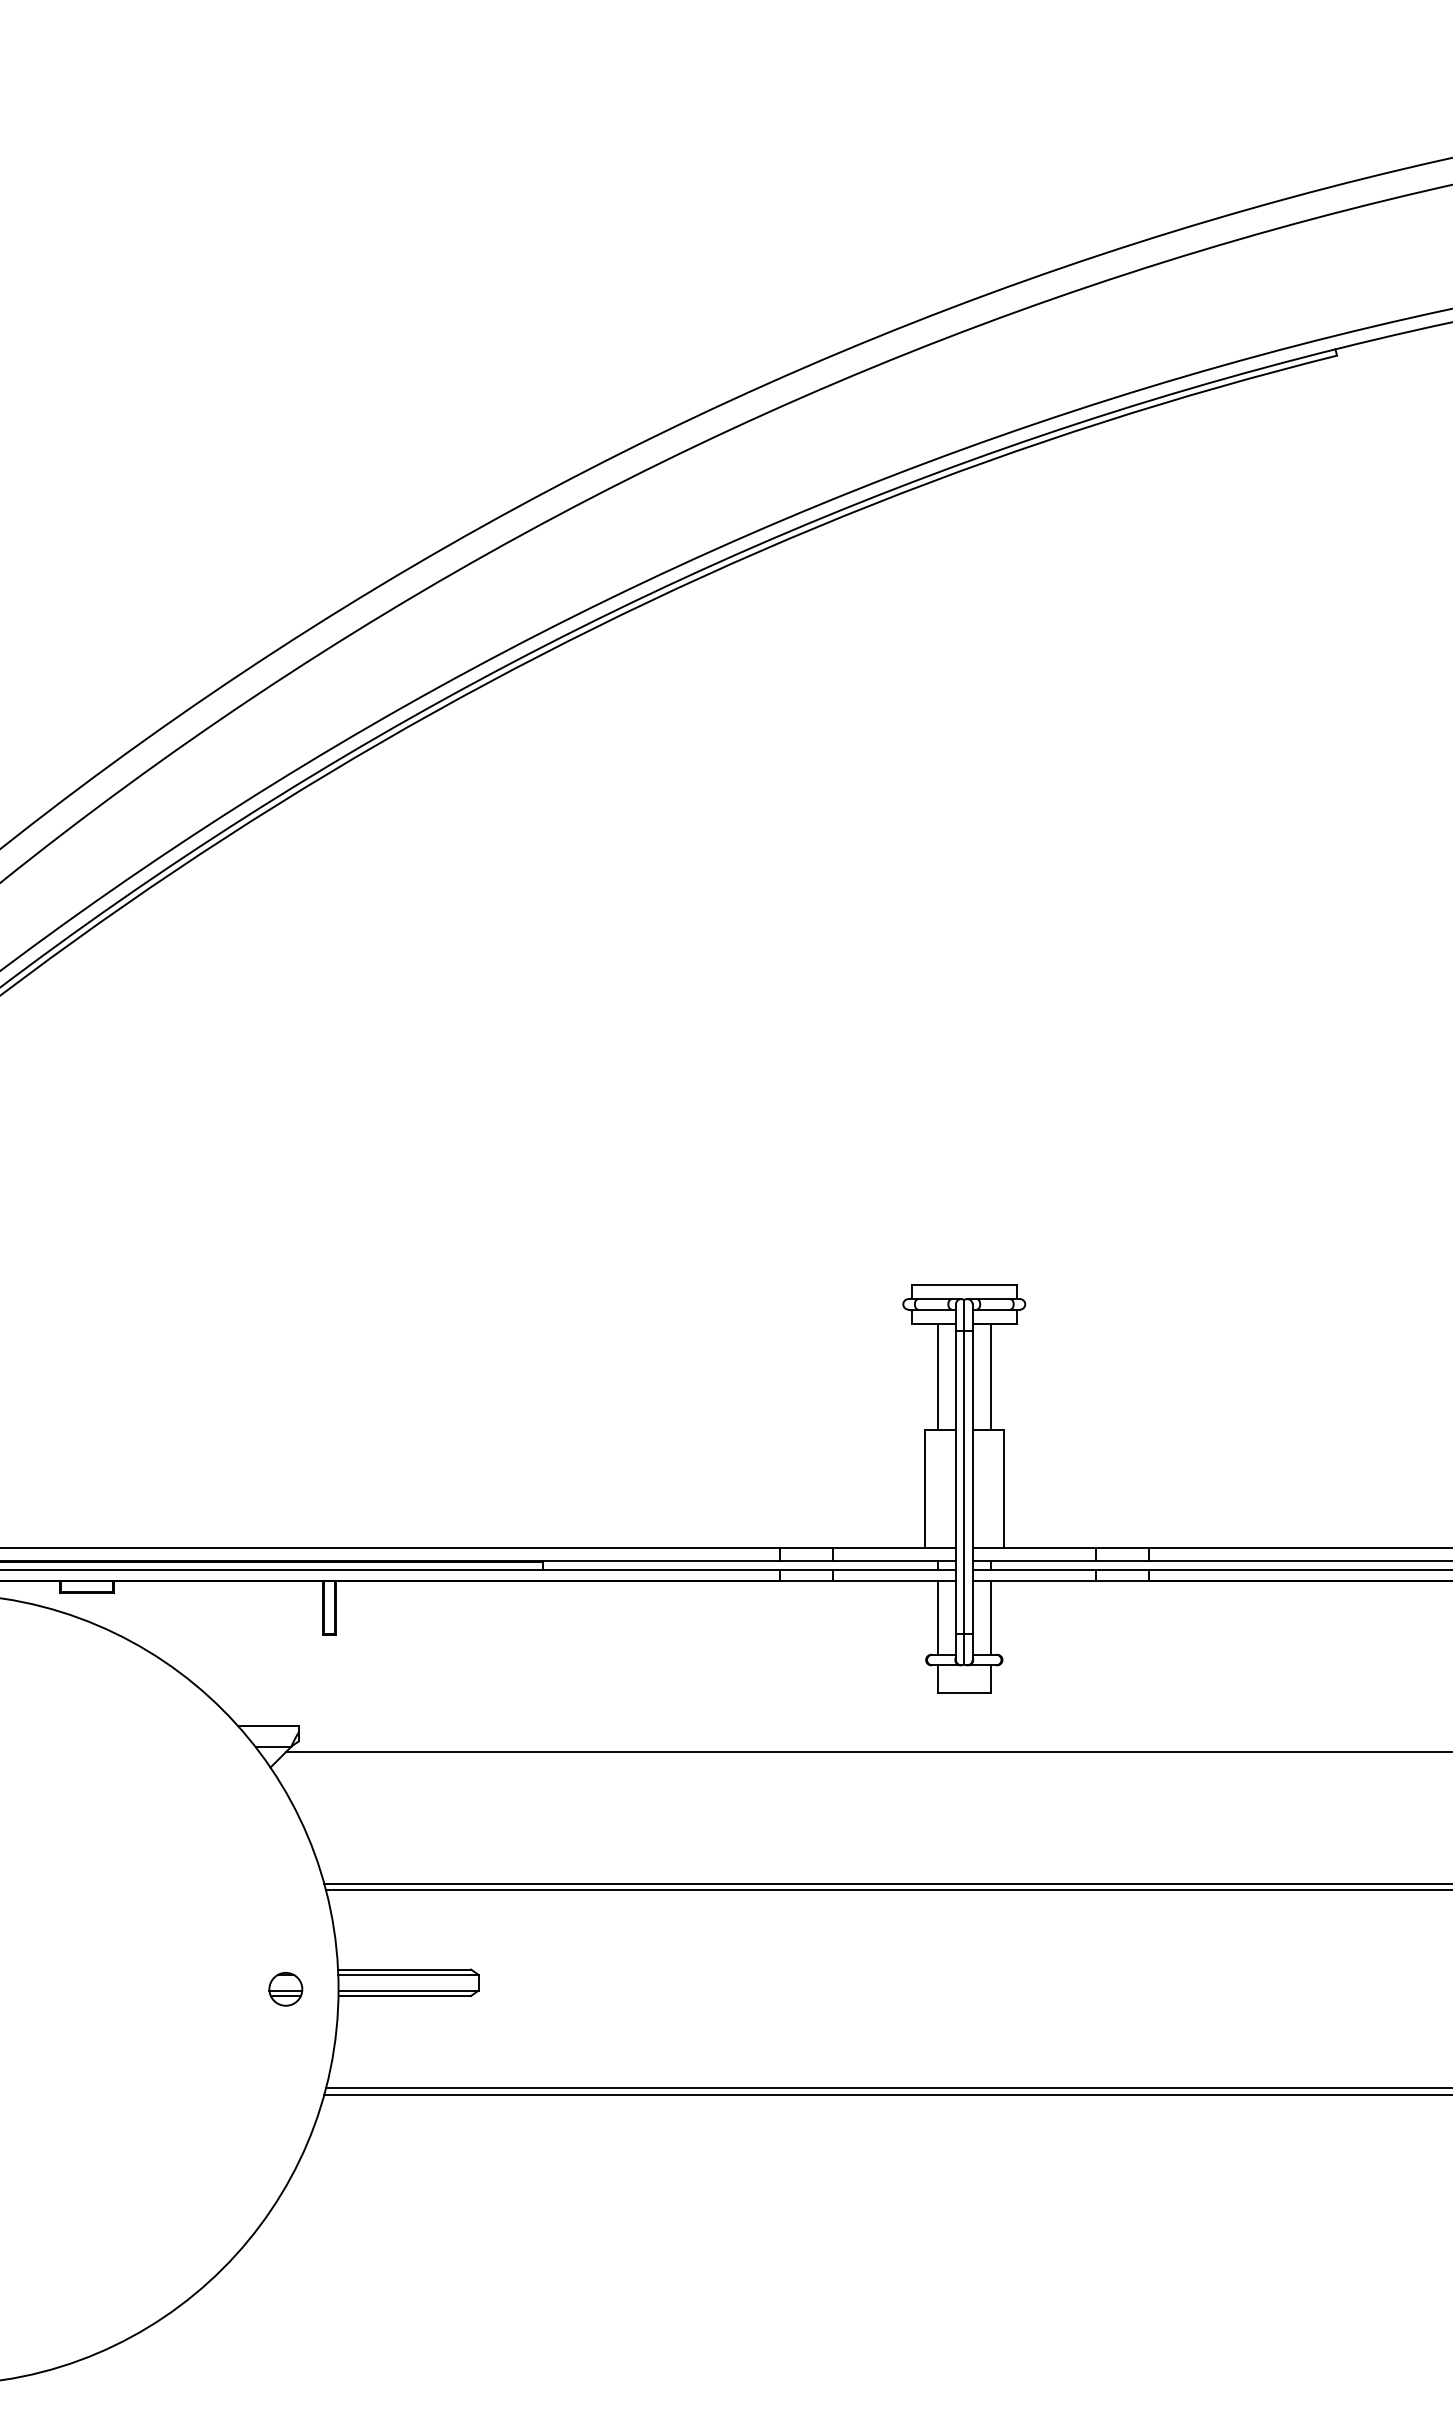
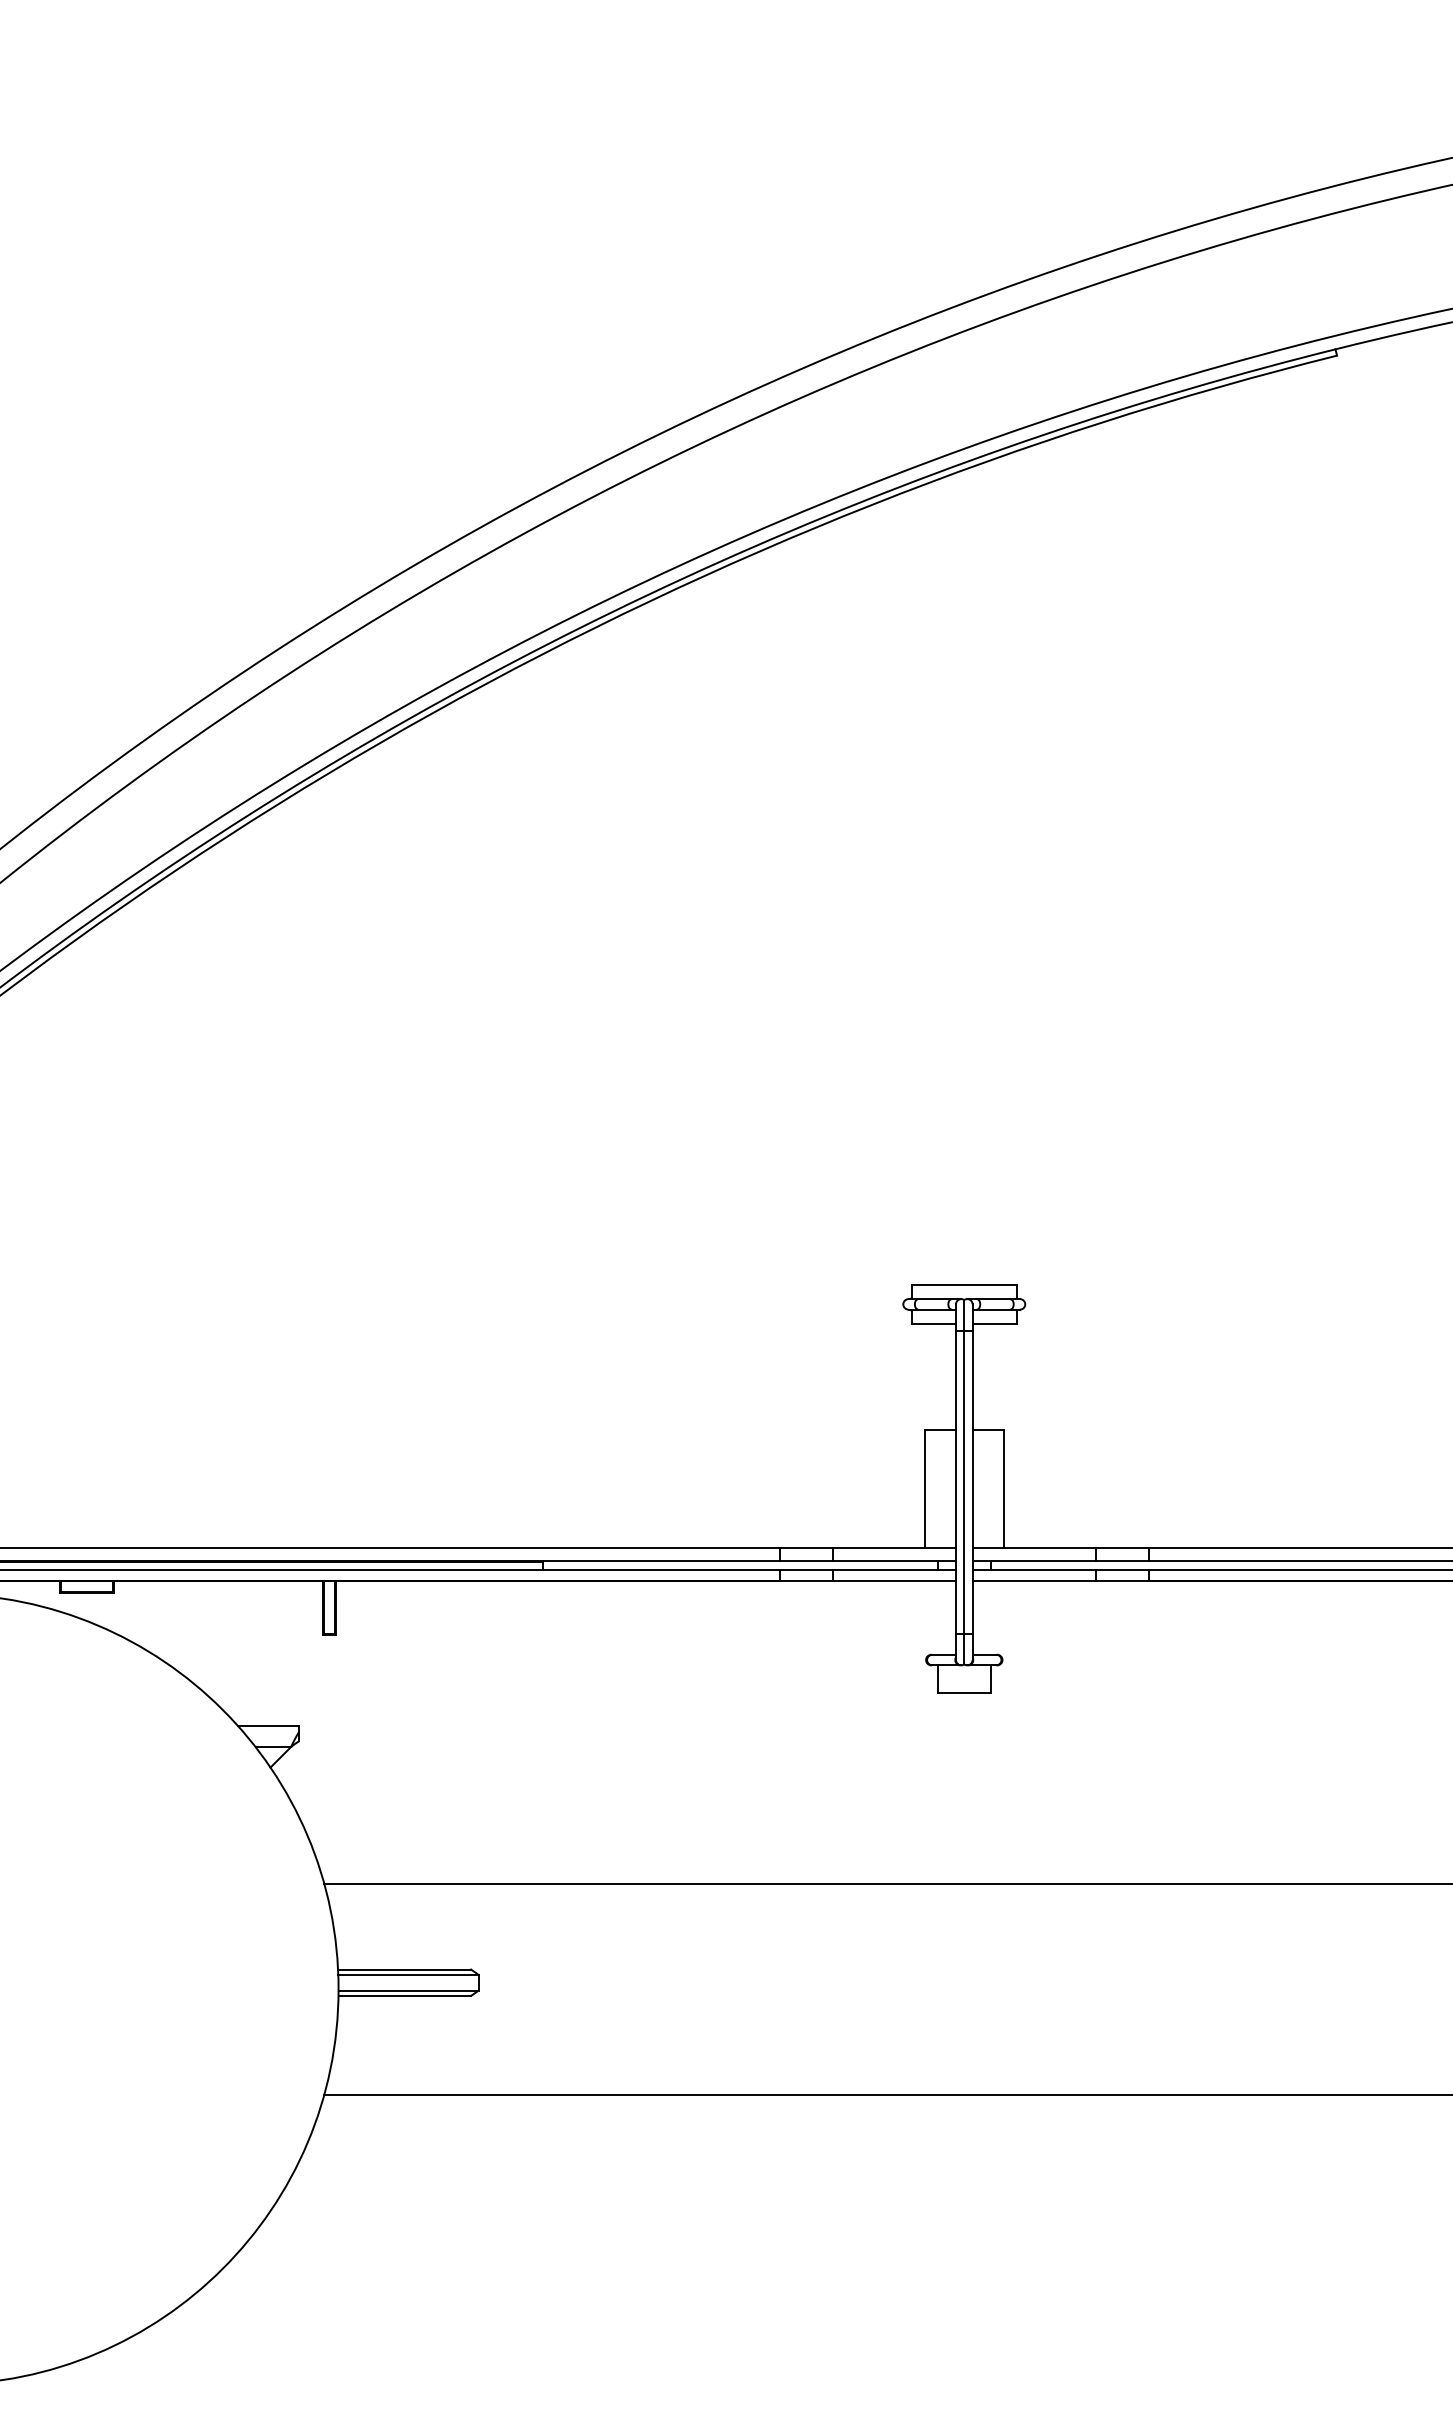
line at (937, 1376): present -> none
line at (990, 1376): present -> none
line at (937, 1617): present -> none
line at (990, 1617): present -> none
line at (867, 1752): present -> none
line at (887, 1890): present -> none
part at (285, 1989): present -> none
line at (887, 2088): present -> none
